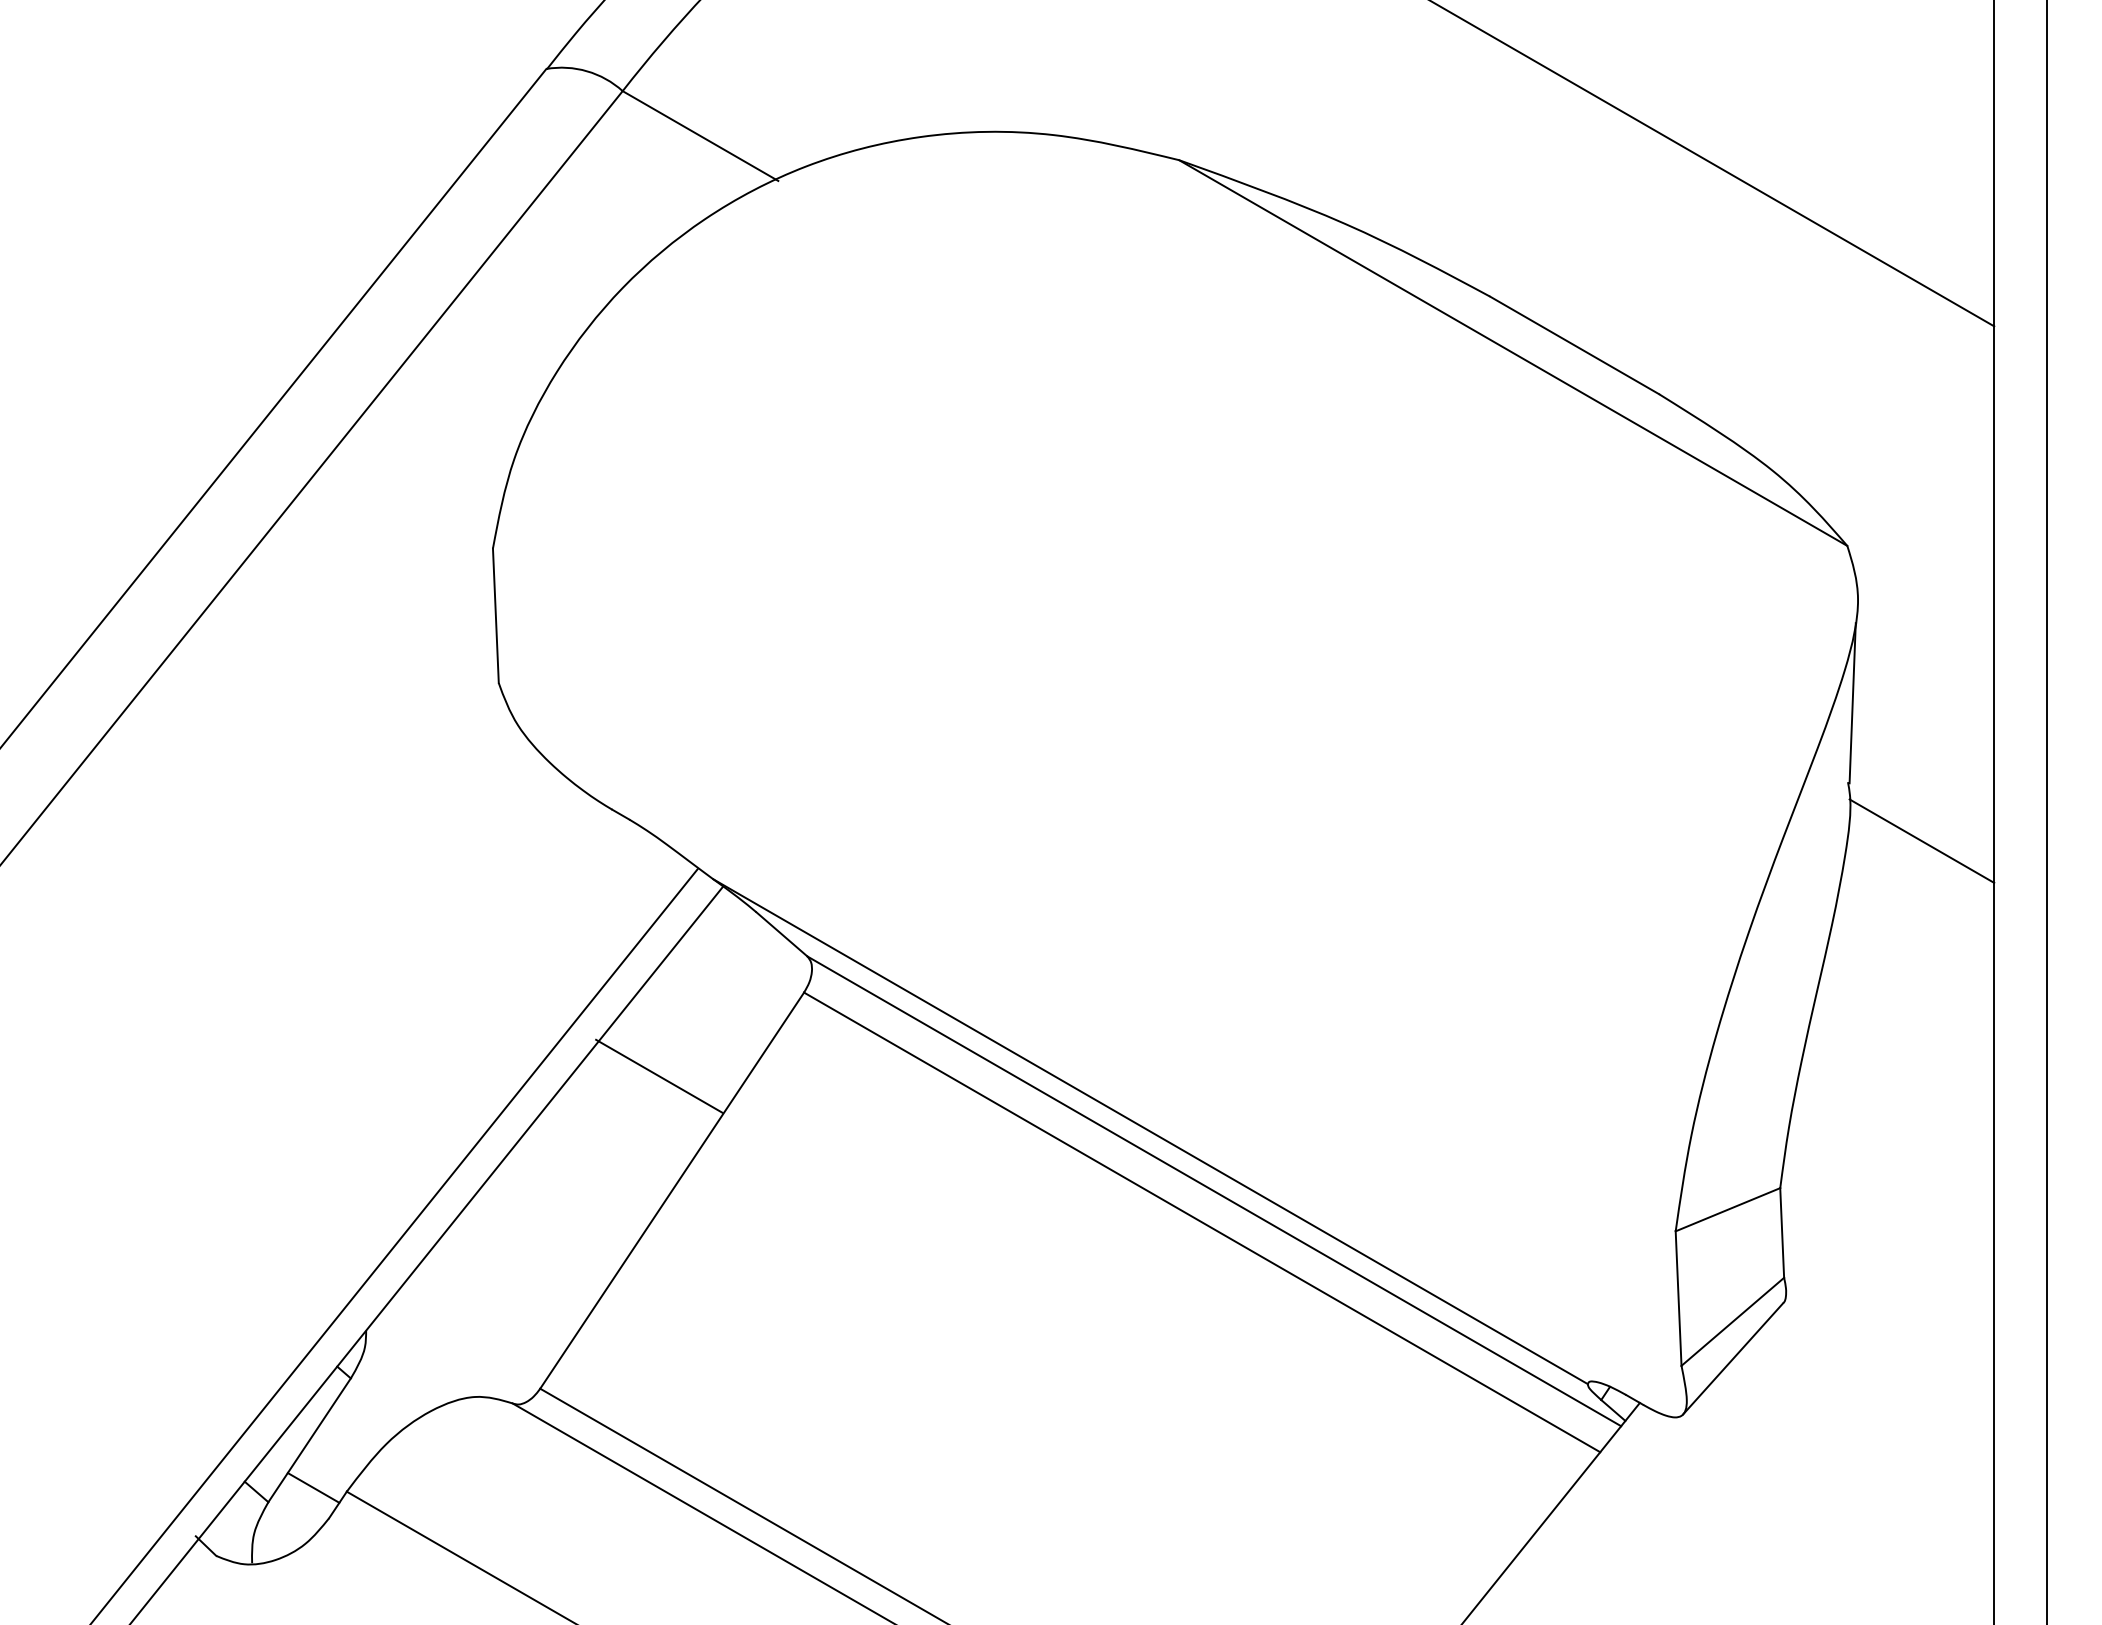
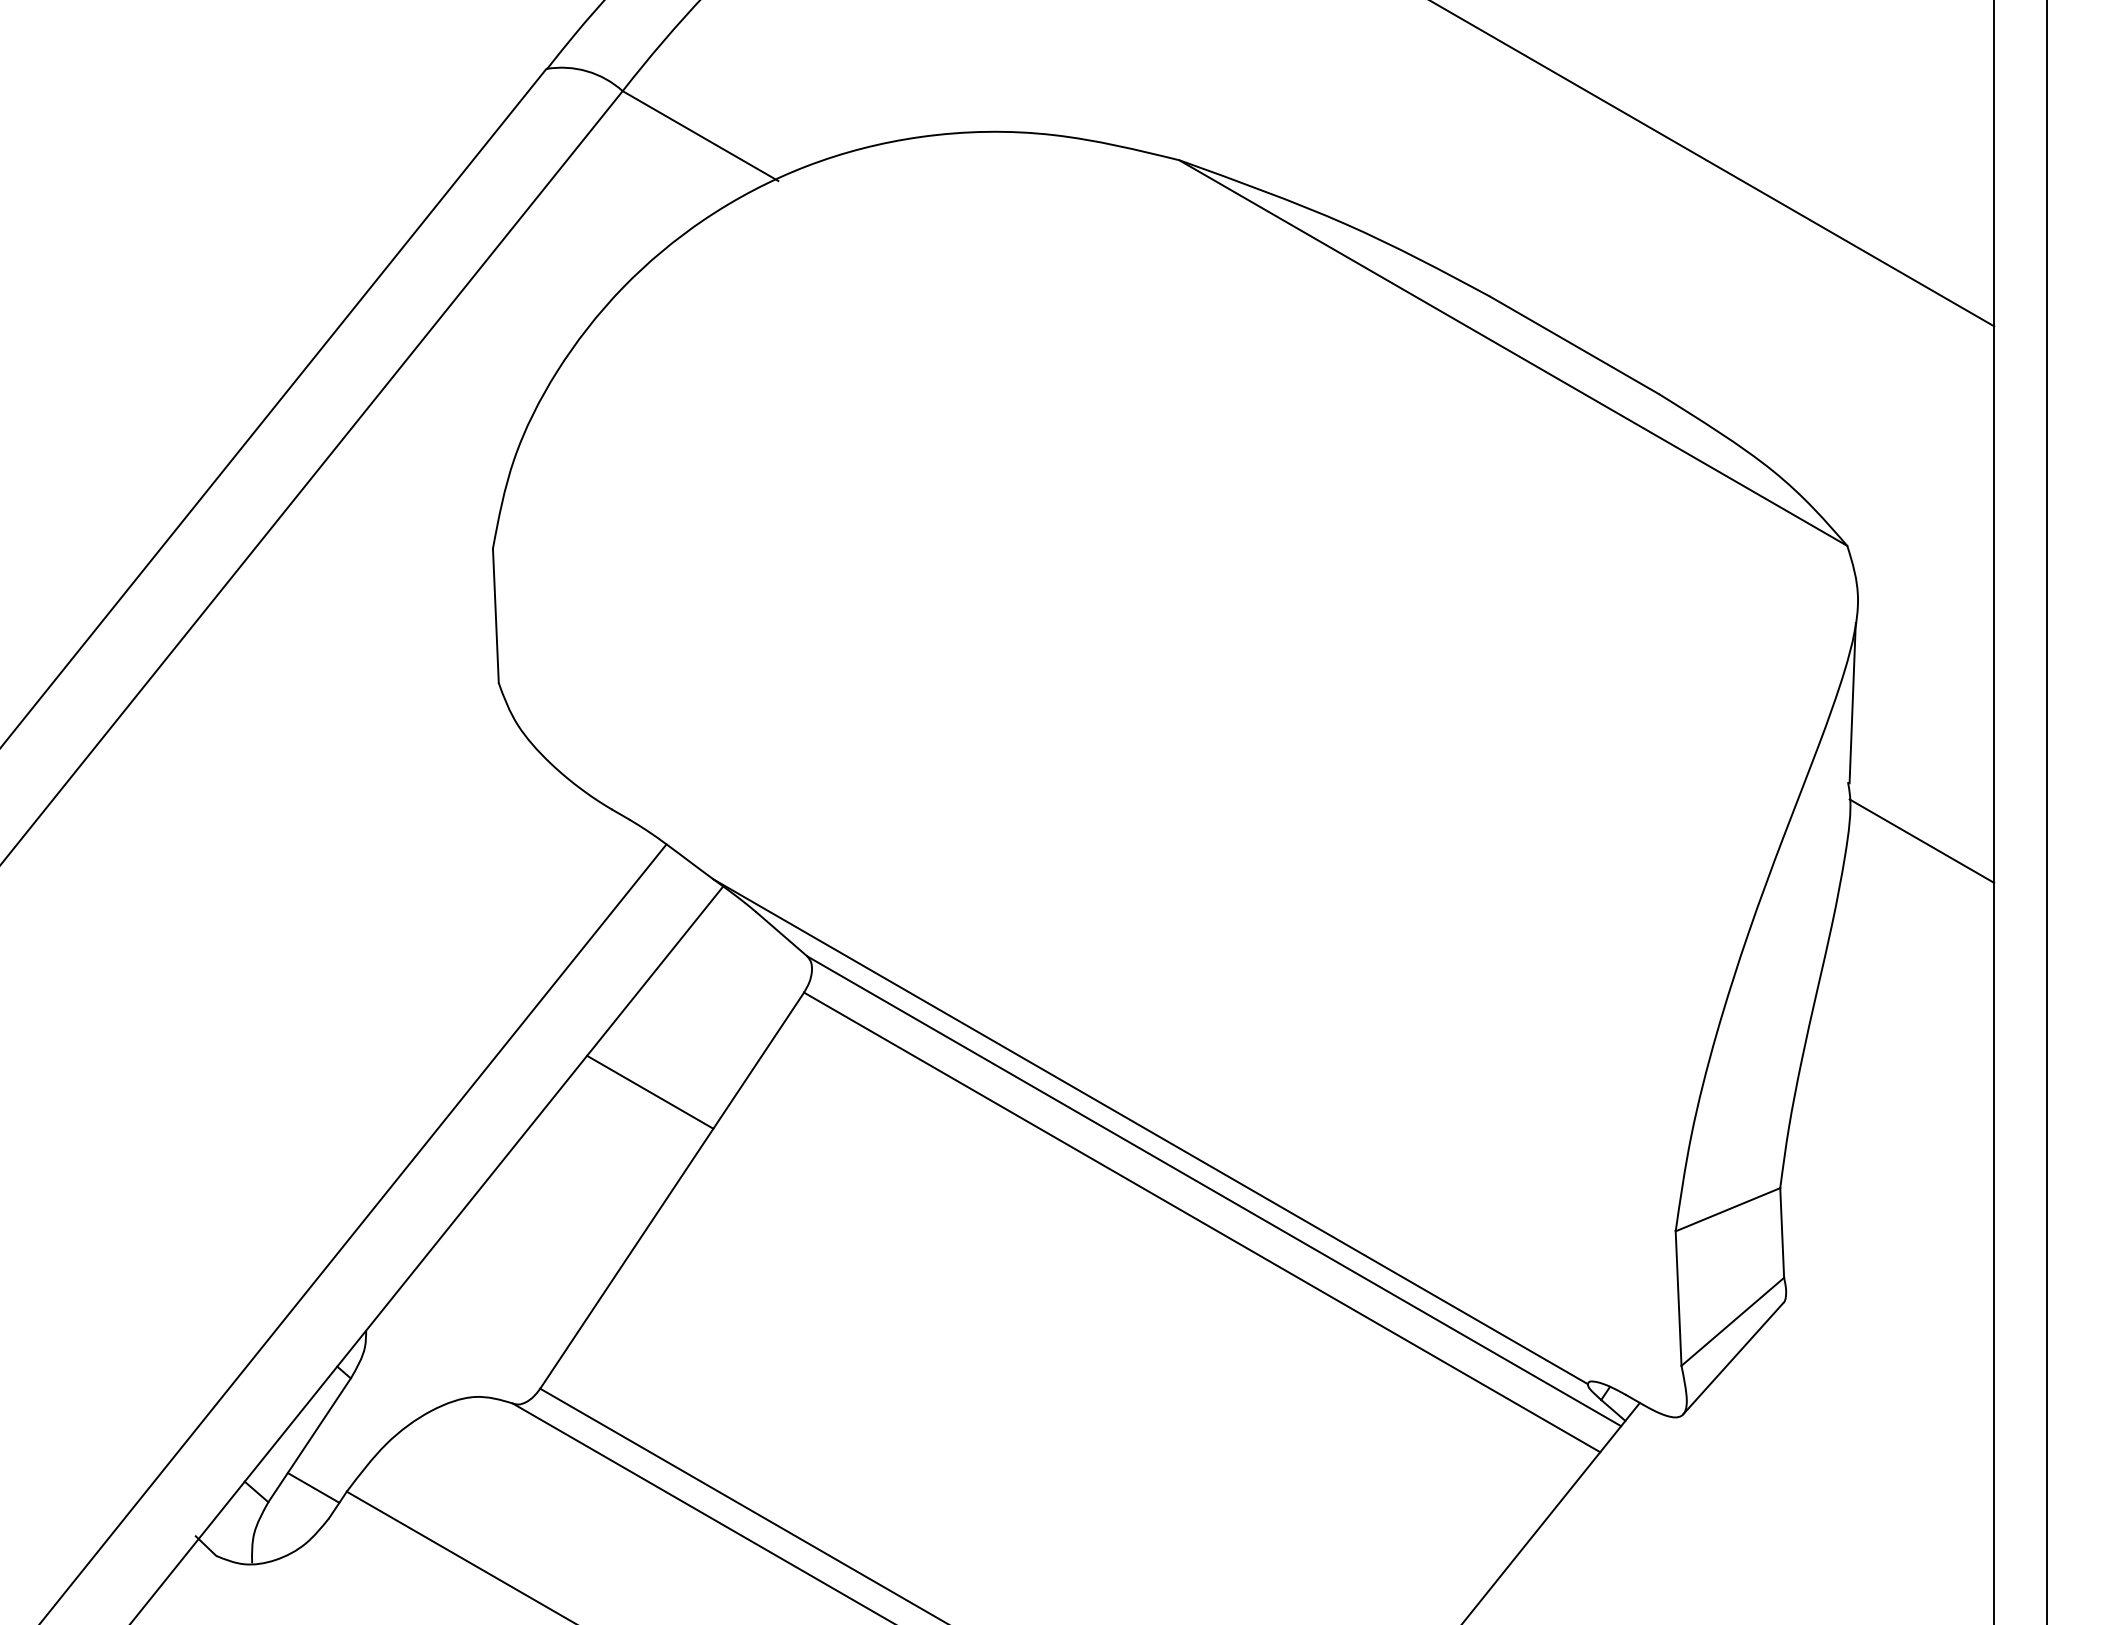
line at (659, 1075) position: (659, 1075) -> (650, 1091)
line at (394, 1245) position: (394, 1245) -> (353, 1232)
